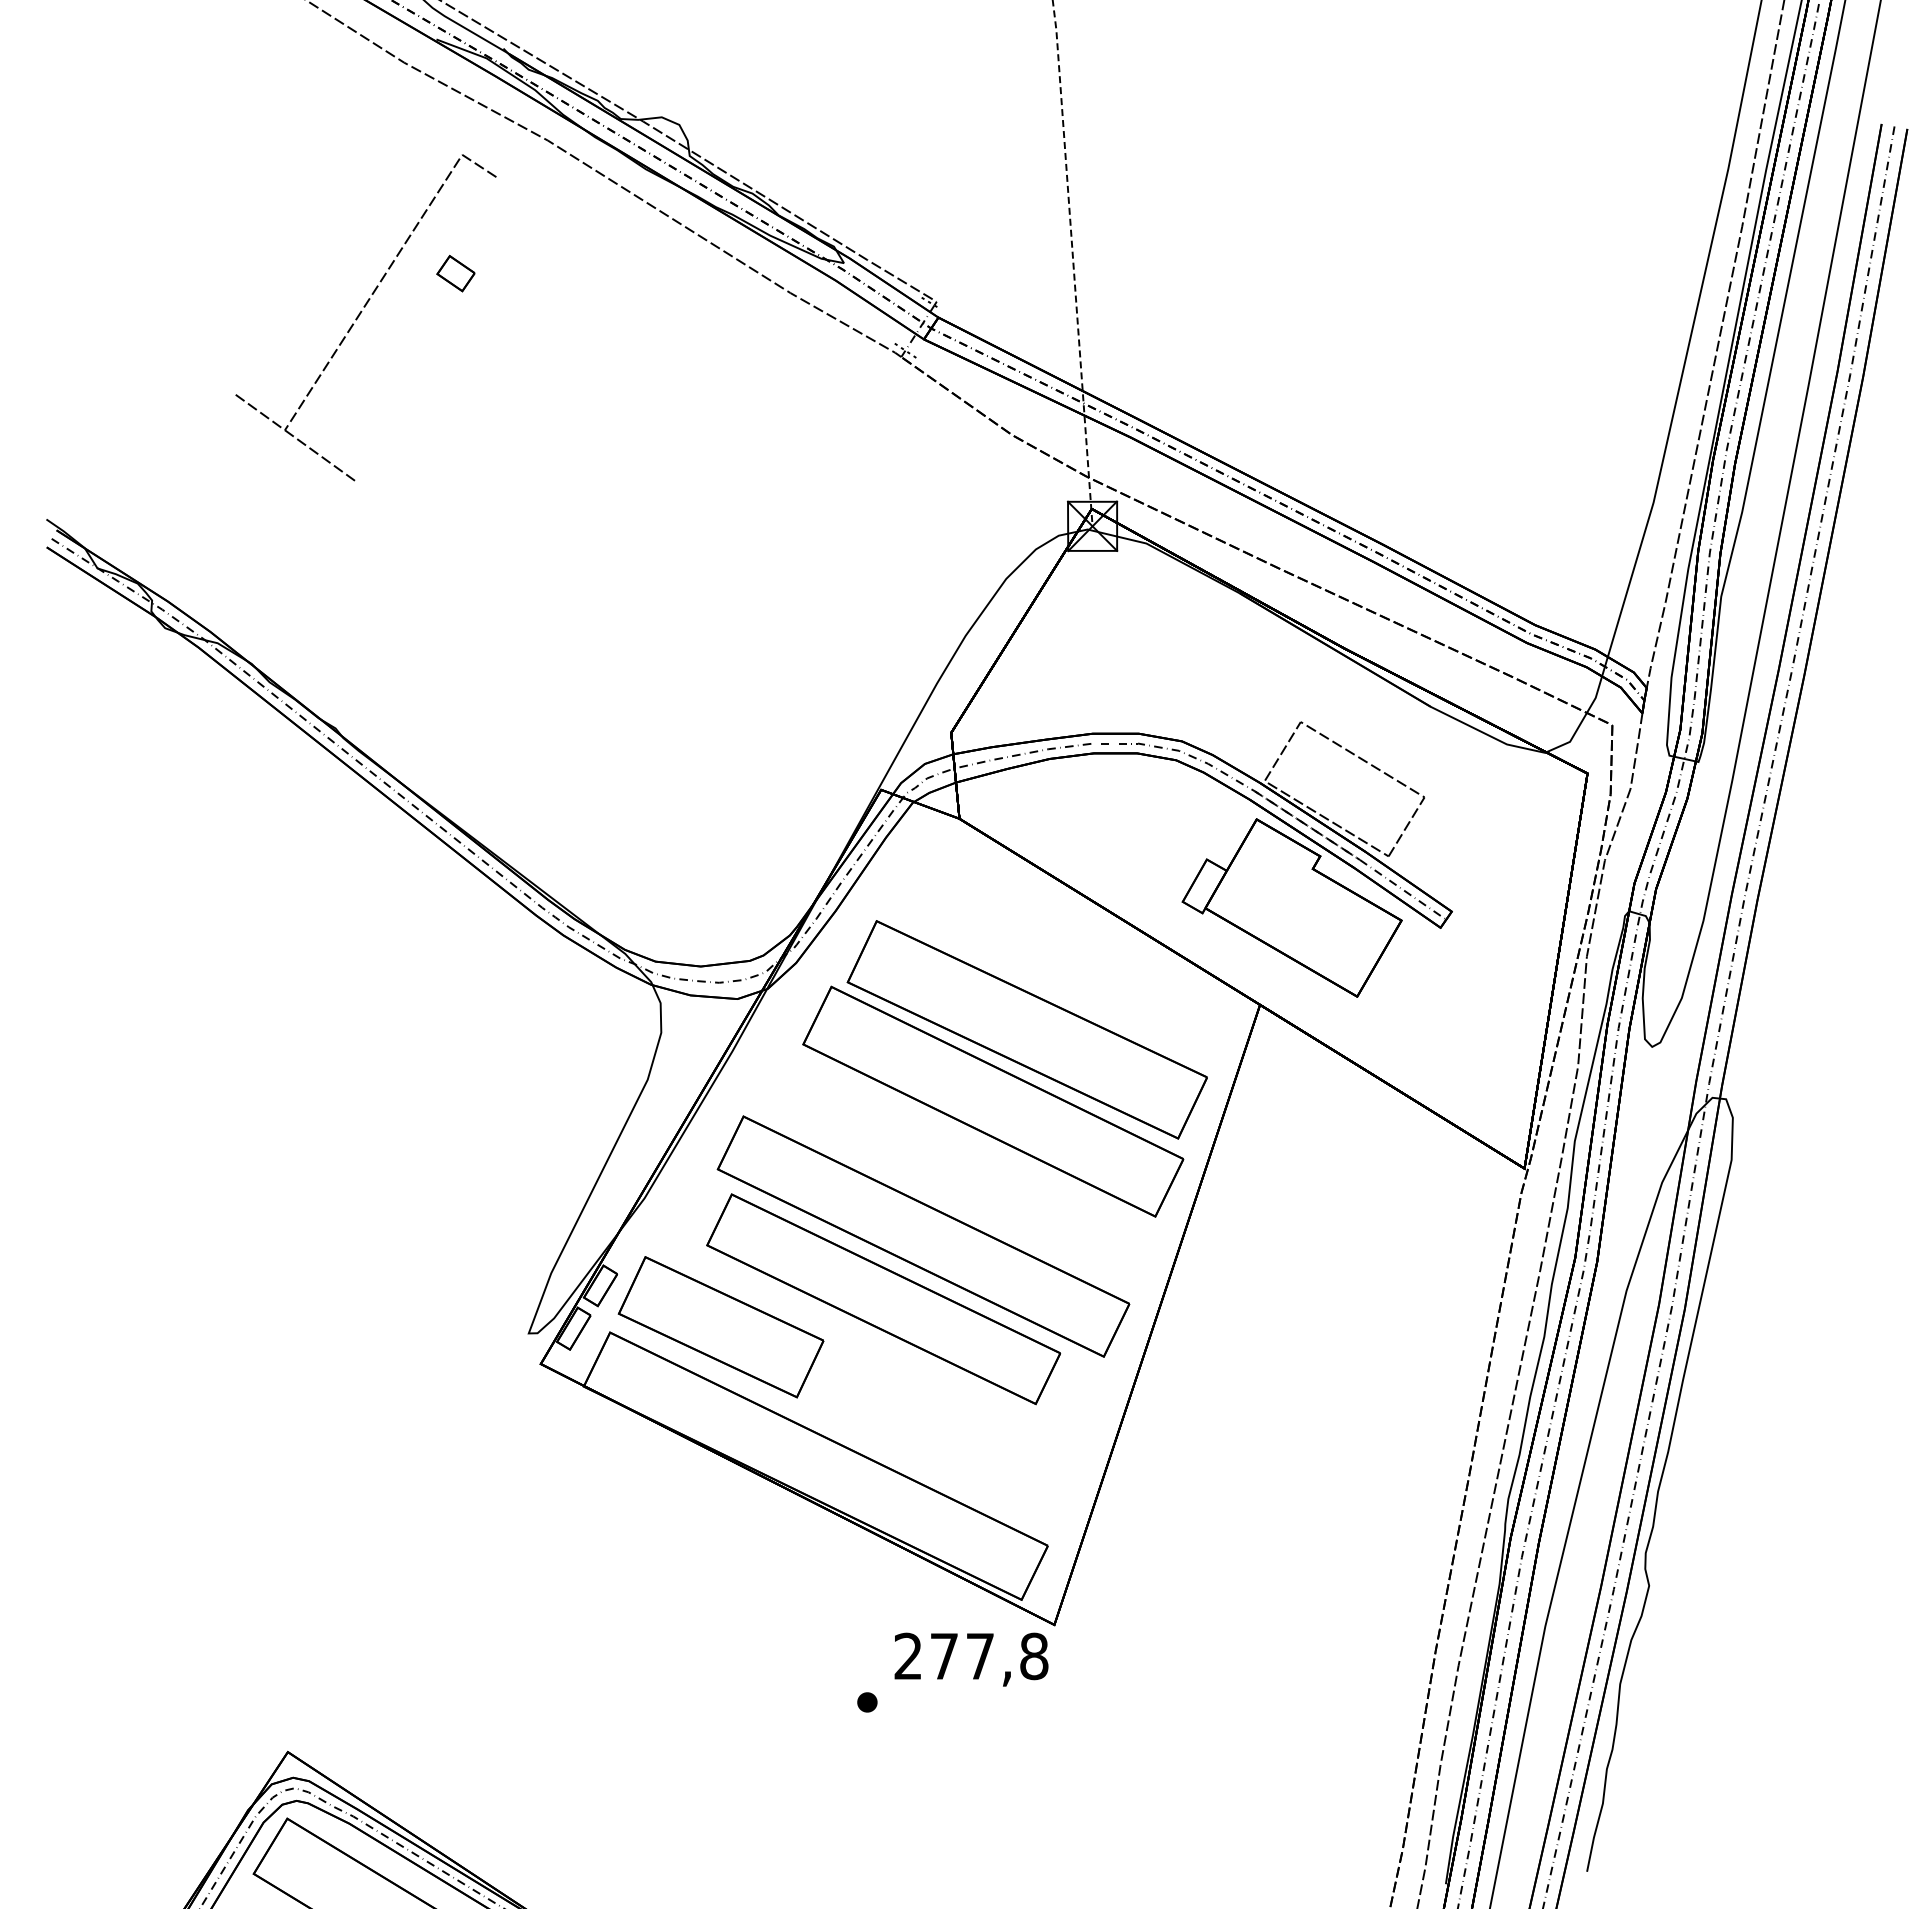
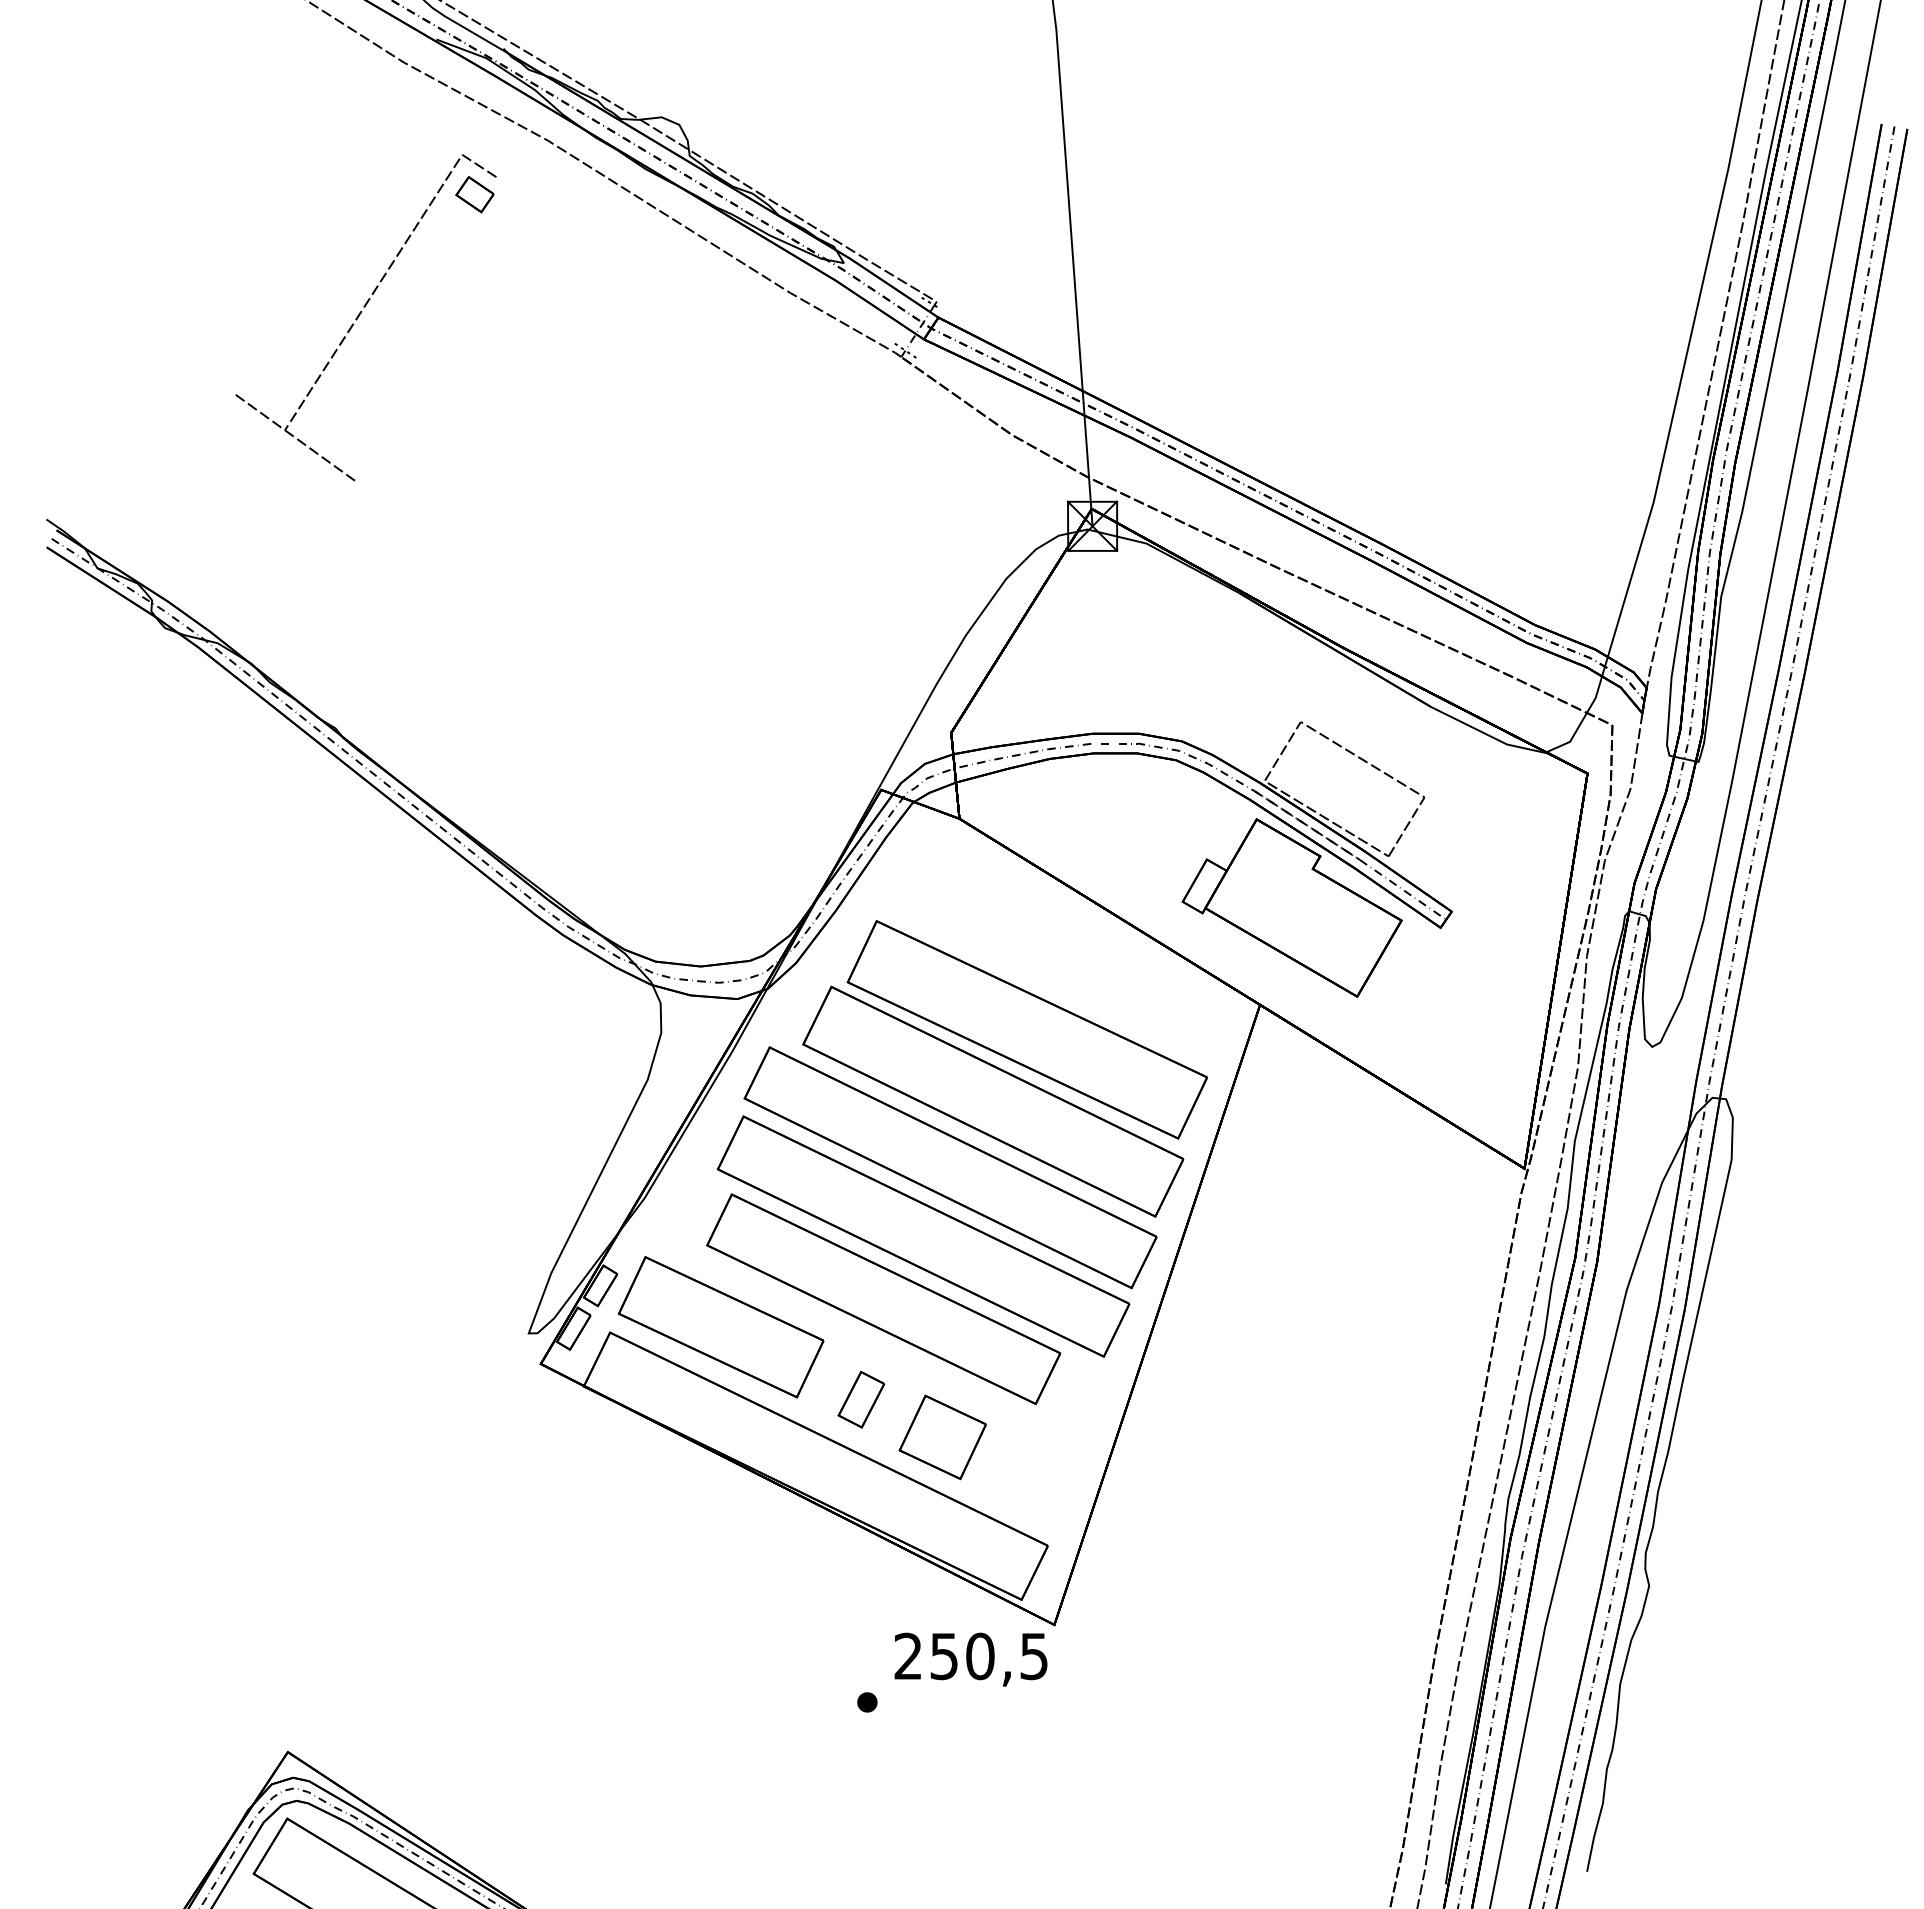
line at (1073, 263): dashed -> solid
part at (455, 273) position: (455, 273) -> (474, 194)
part at (950, 1167): none -> present
part at (860, 1399): none -> present
part at (942, 1437): none -> present
text at (989, 1656): 277,8 -> 250,5
